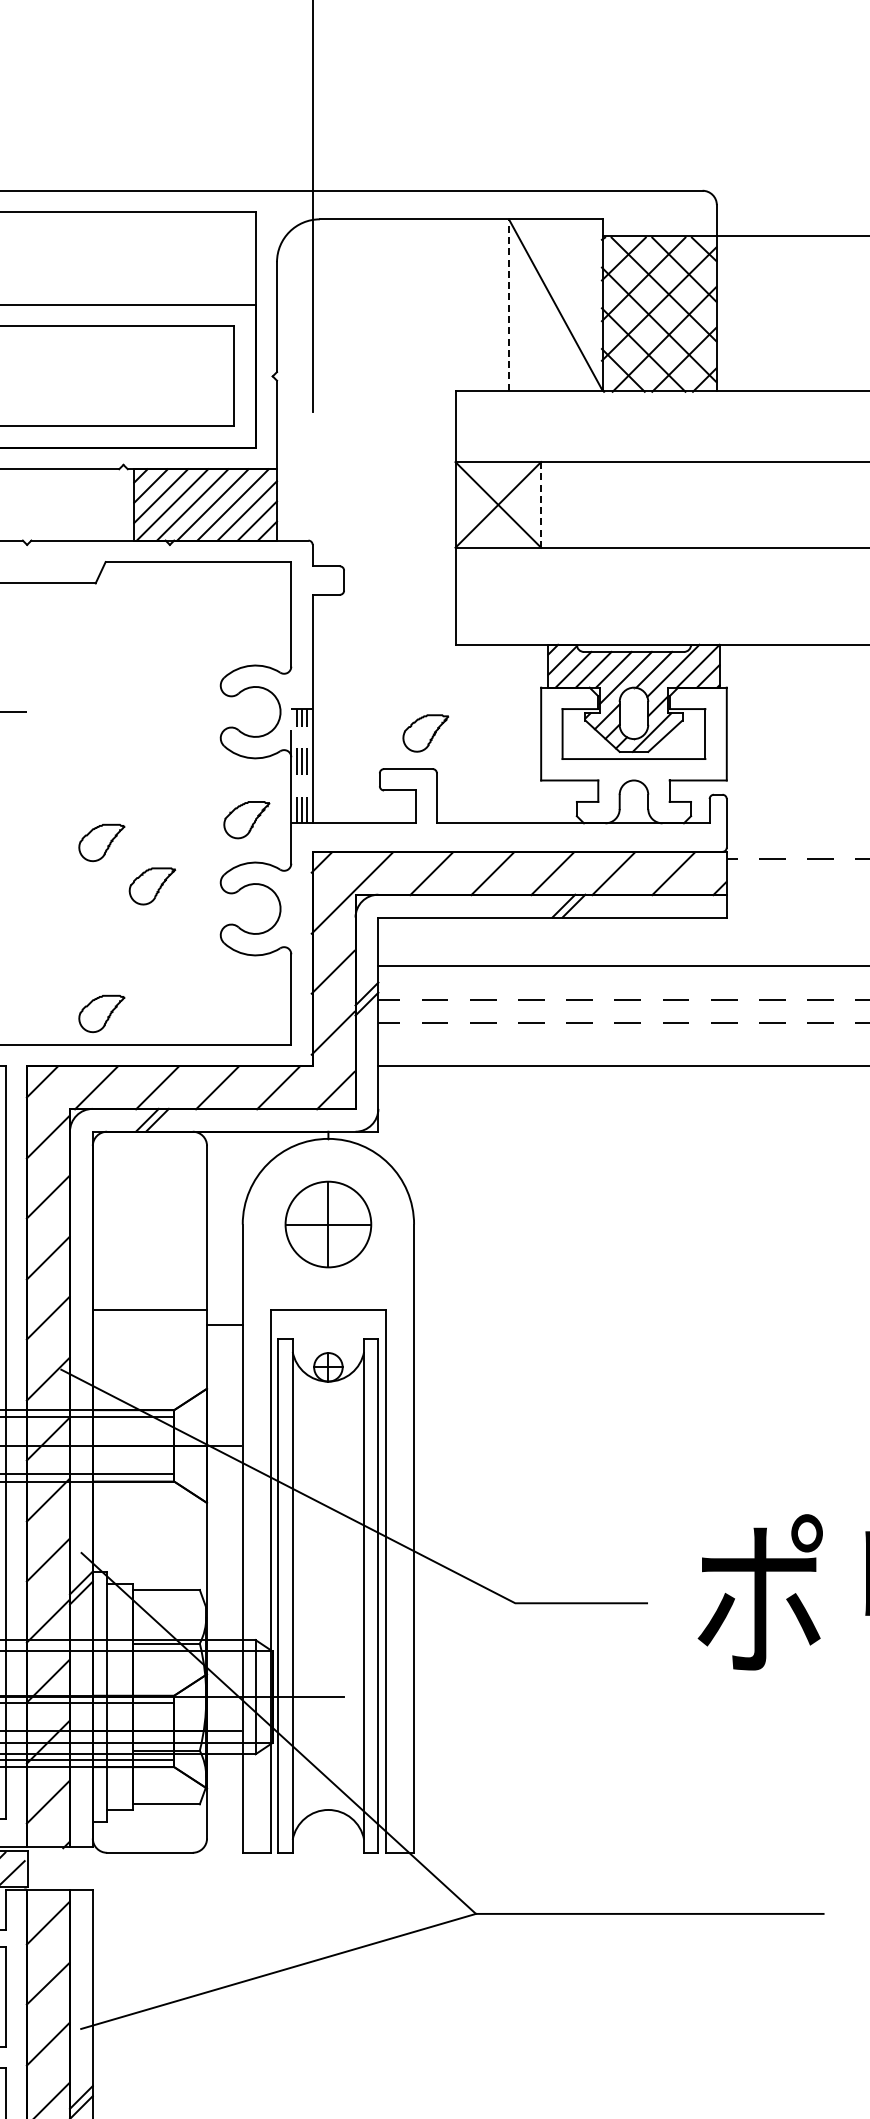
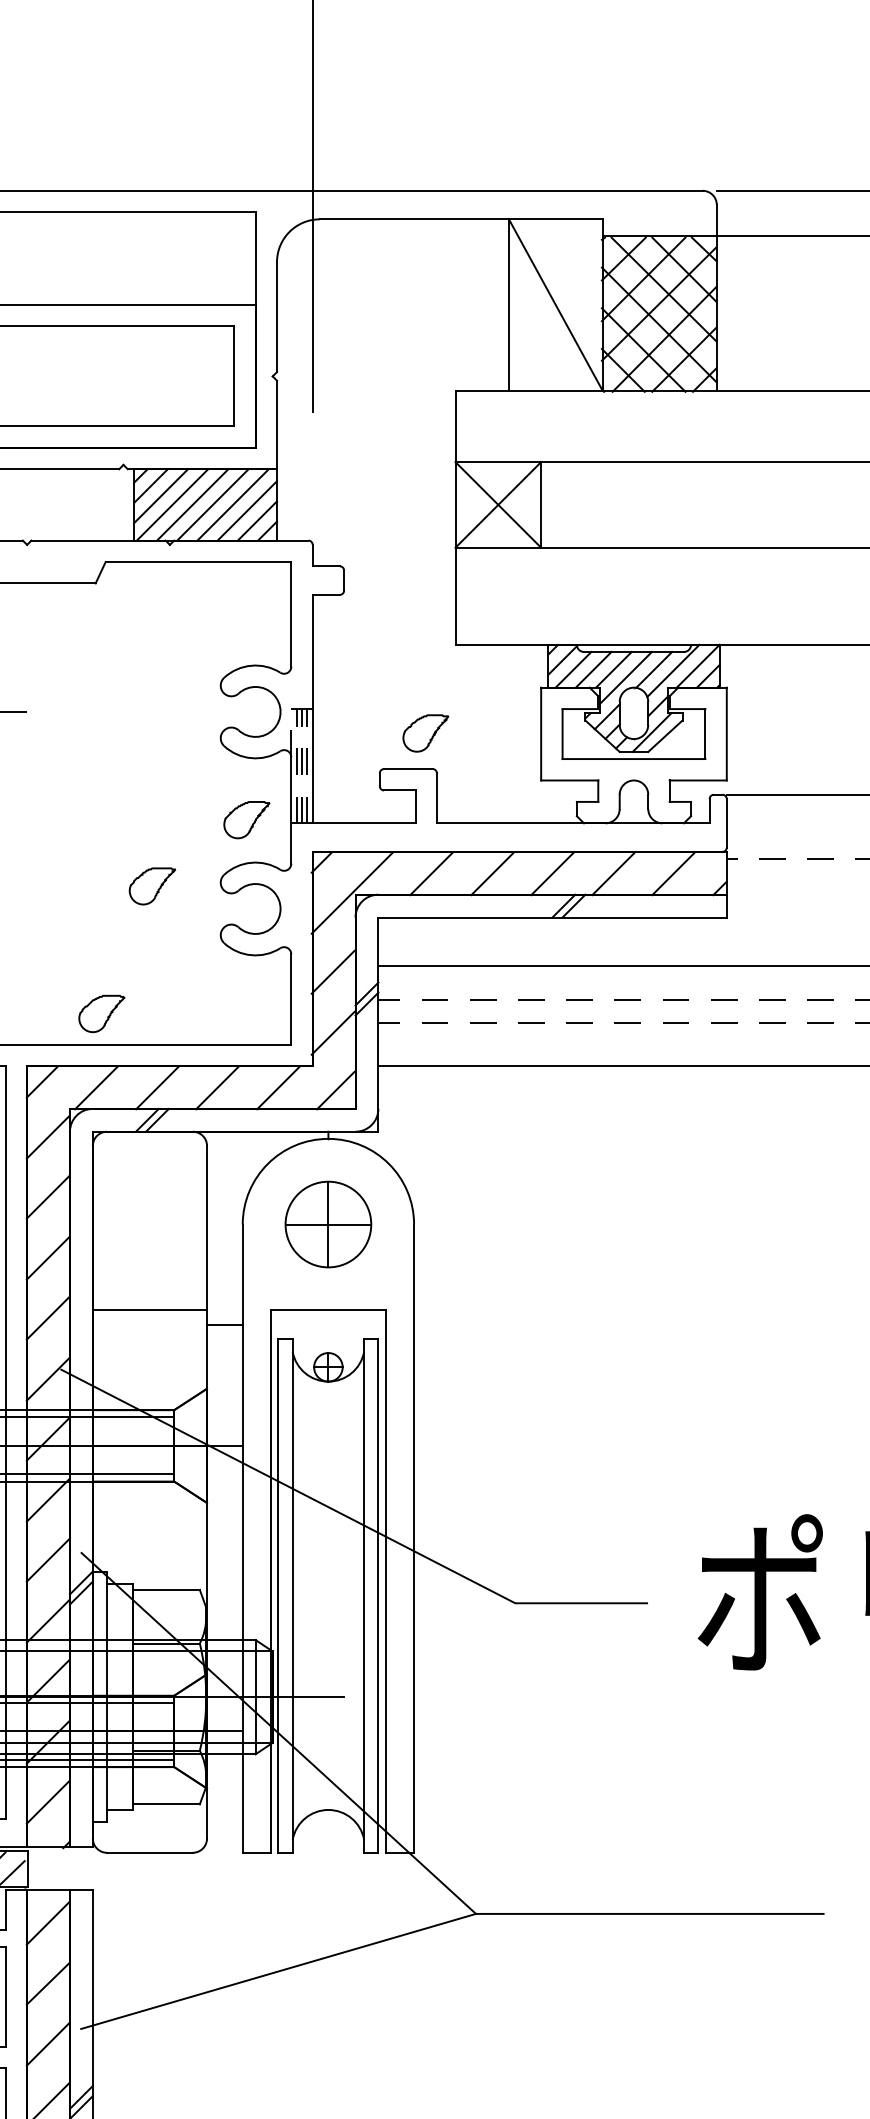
line at (791, 190): none -> present
line at (508, 305): dashed -> solid
line at (541, 504): dashed -> solid
line at (796, 794): none -> present
part at (101, 842): present -> none
